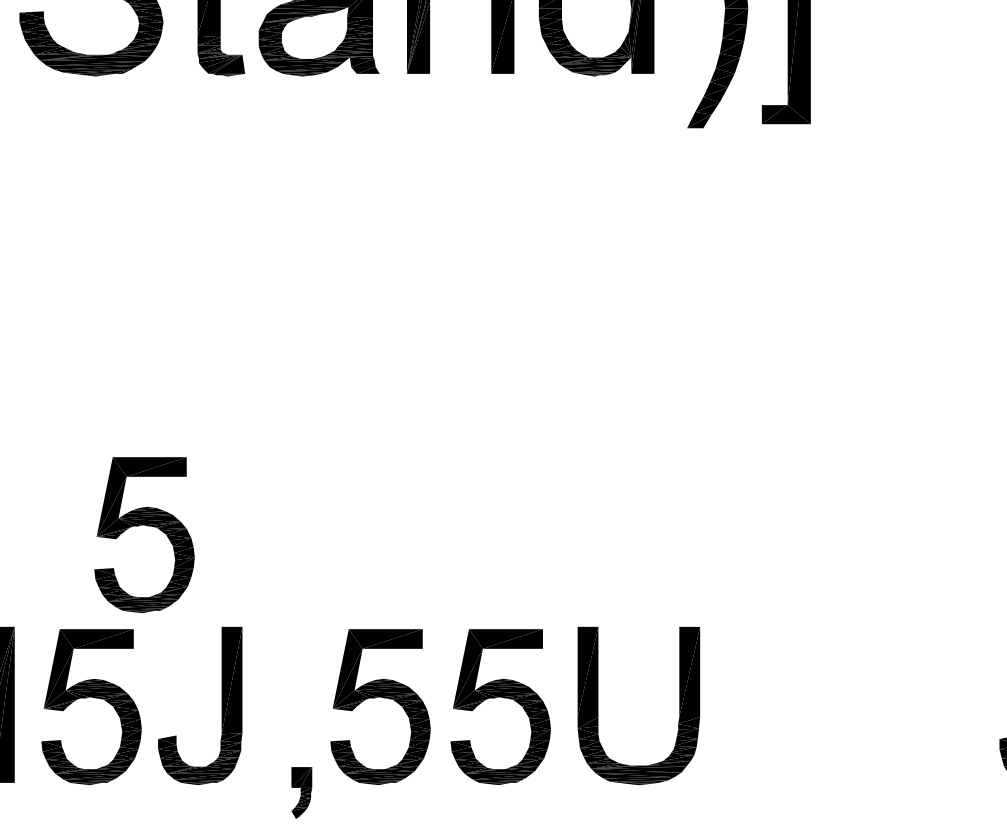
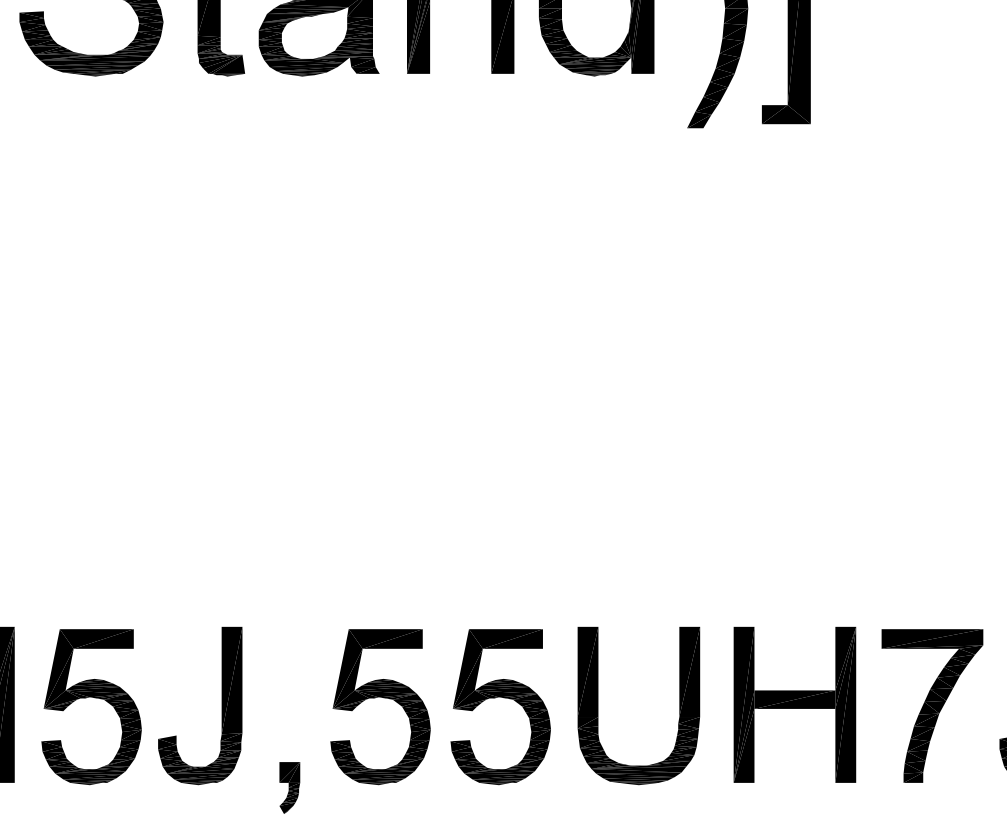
part at (147, 526): present -> none
part at (794, 704): none -> present
part at (932, 705): none -> present
part at (301, 792) position: (301, 792) -> (289, 787)
